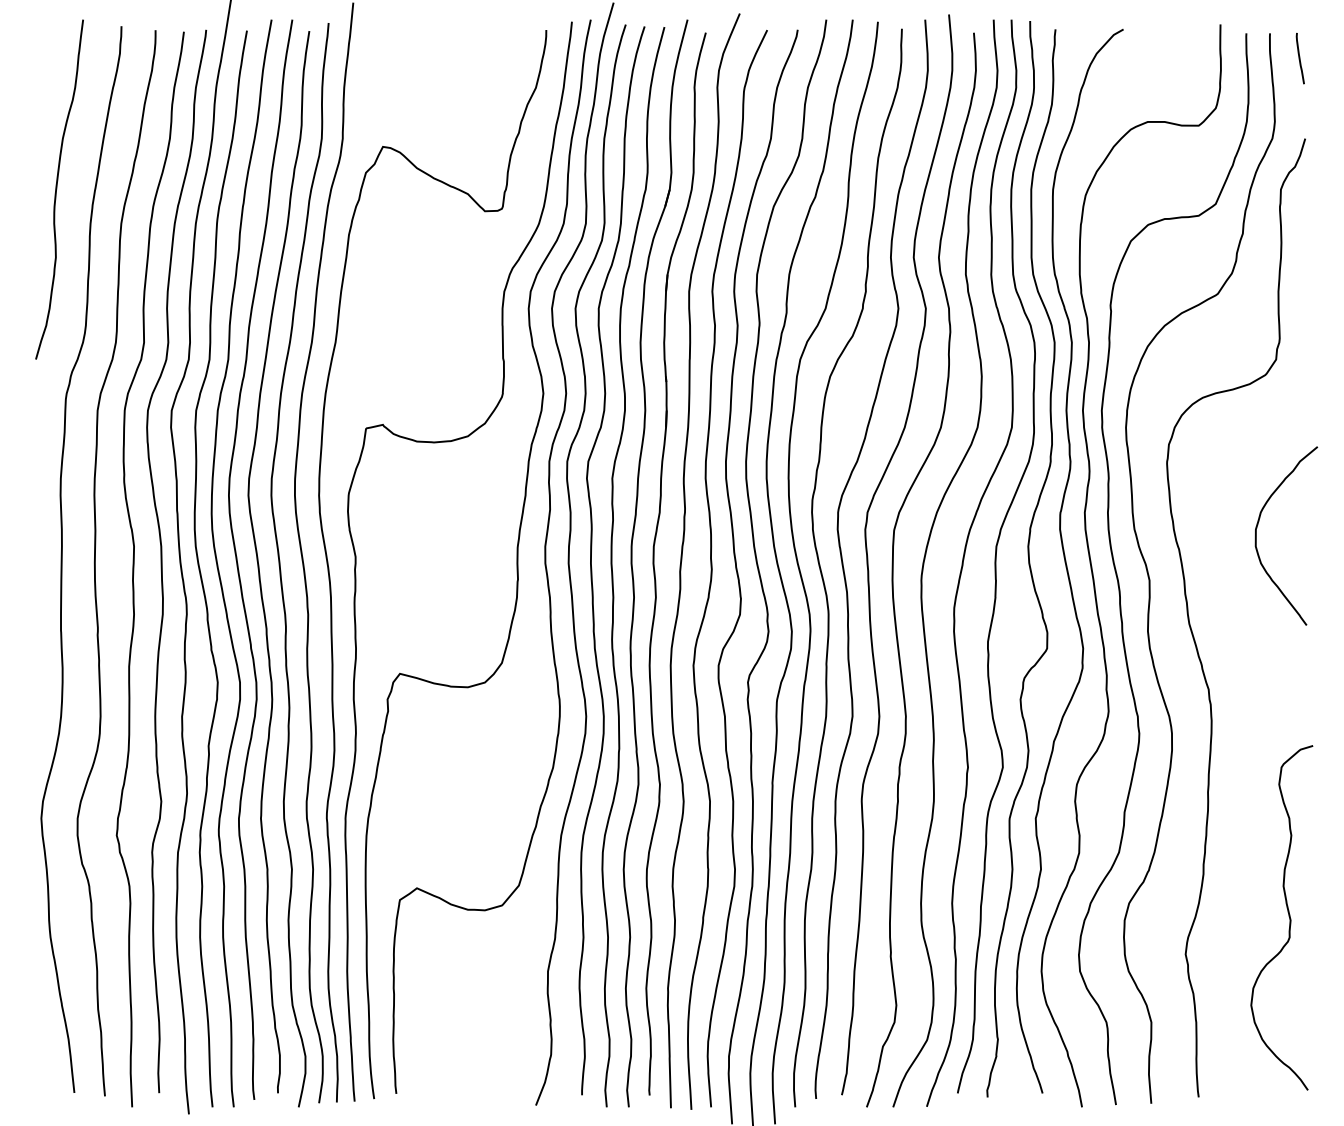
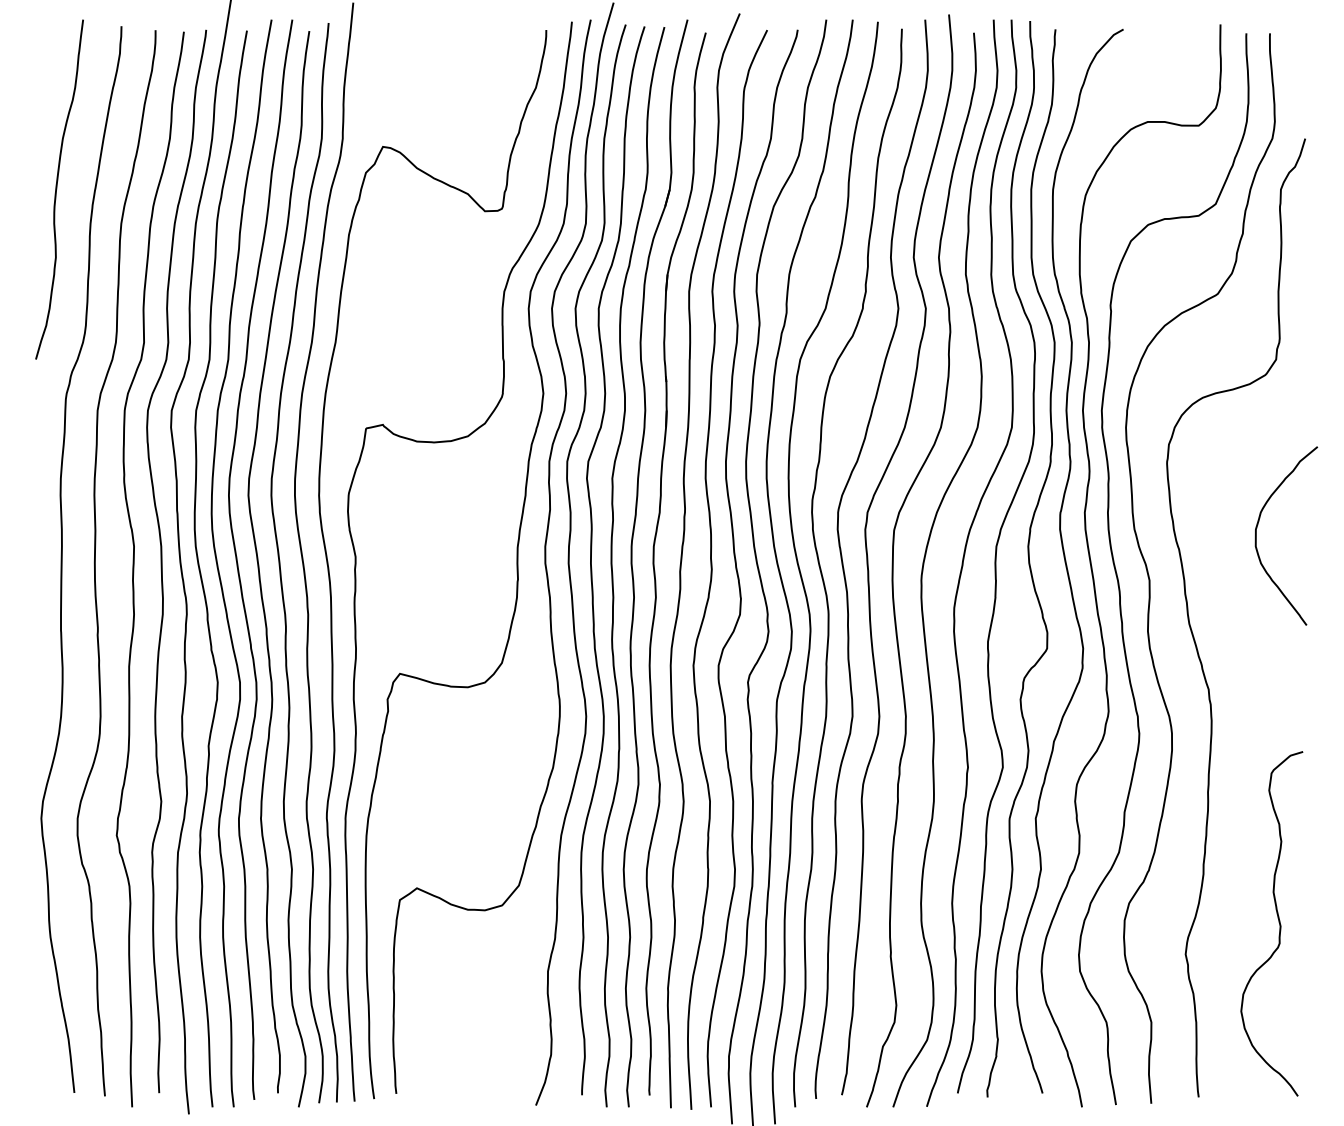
line at (1299, 58): present -> none
curve at (1288, 916) position: (1288, 916) -> (1278, 922)
